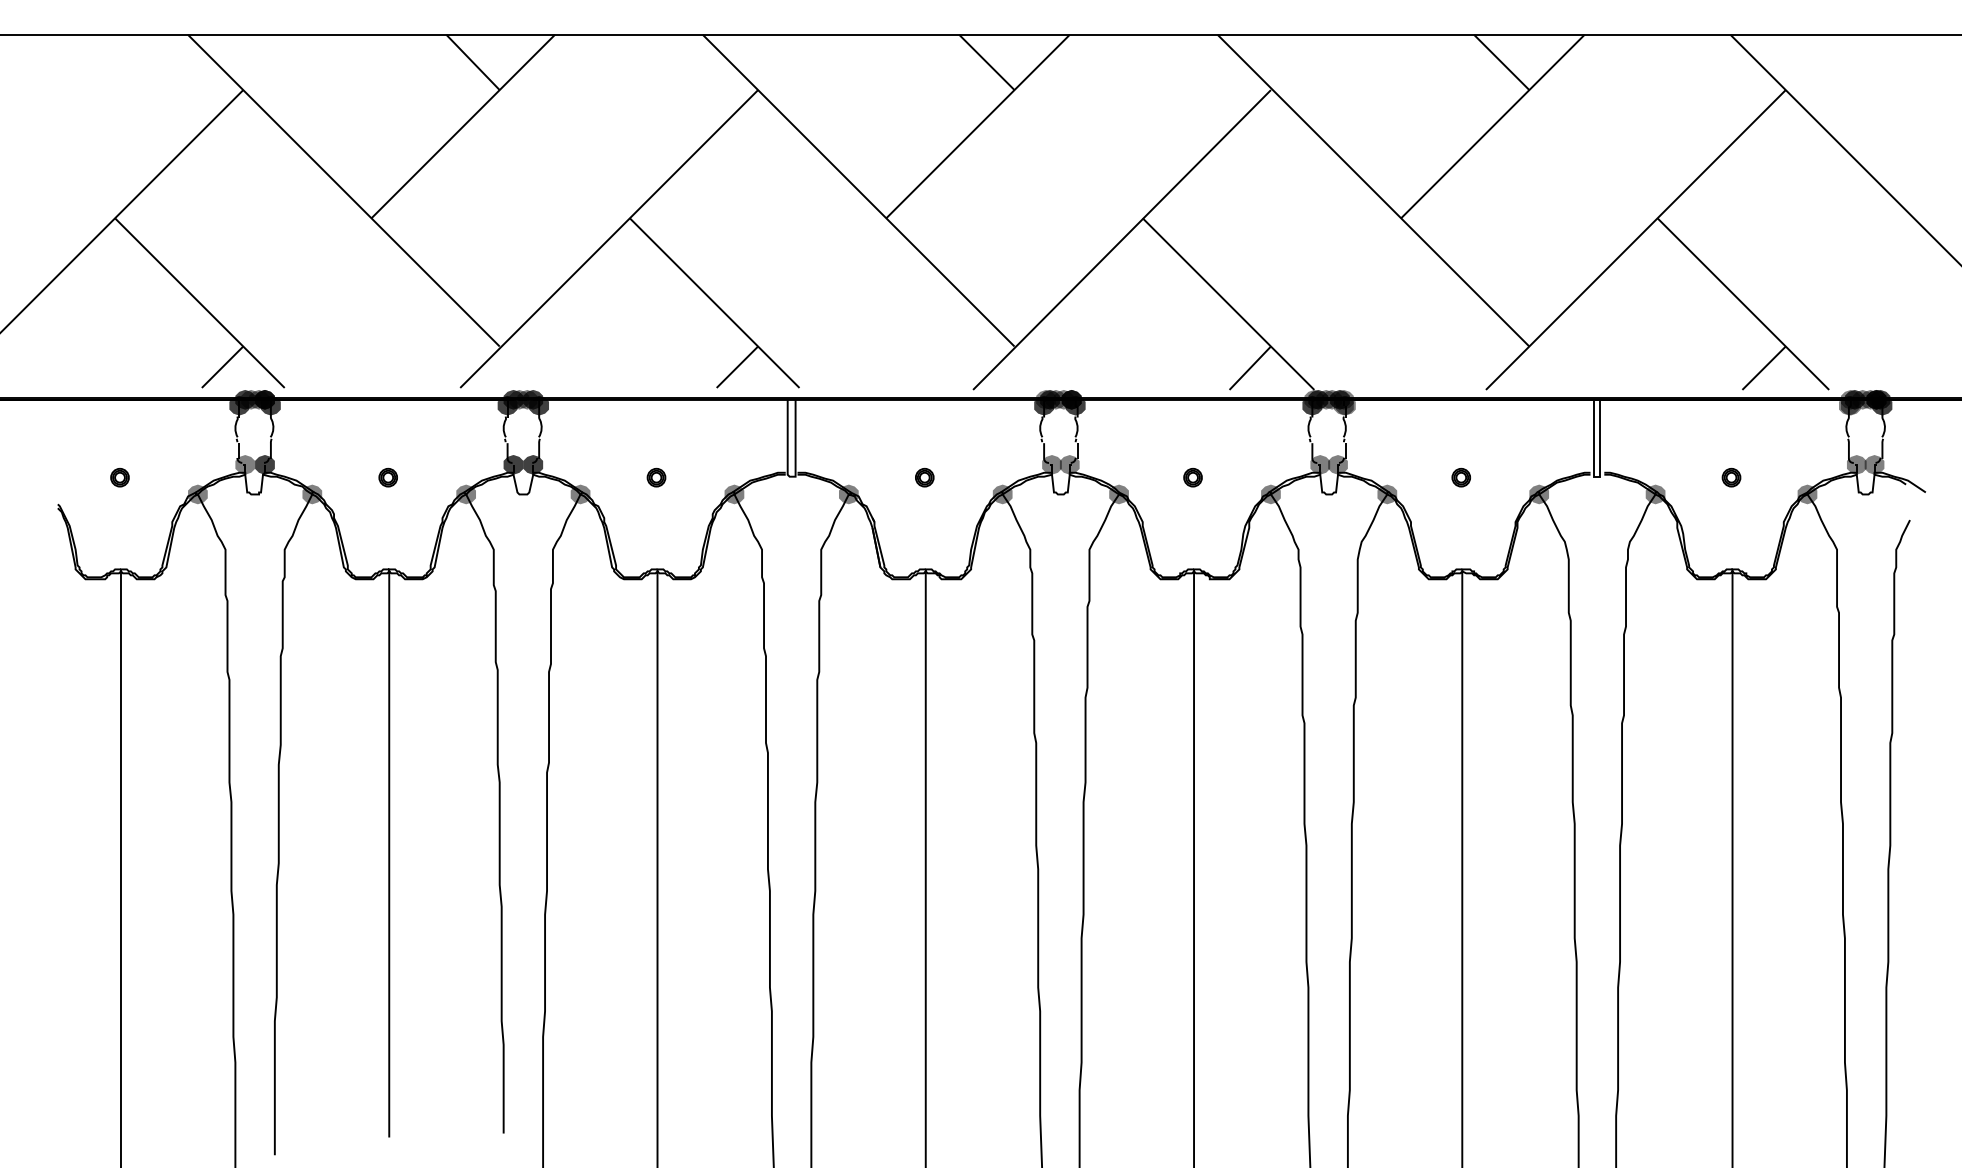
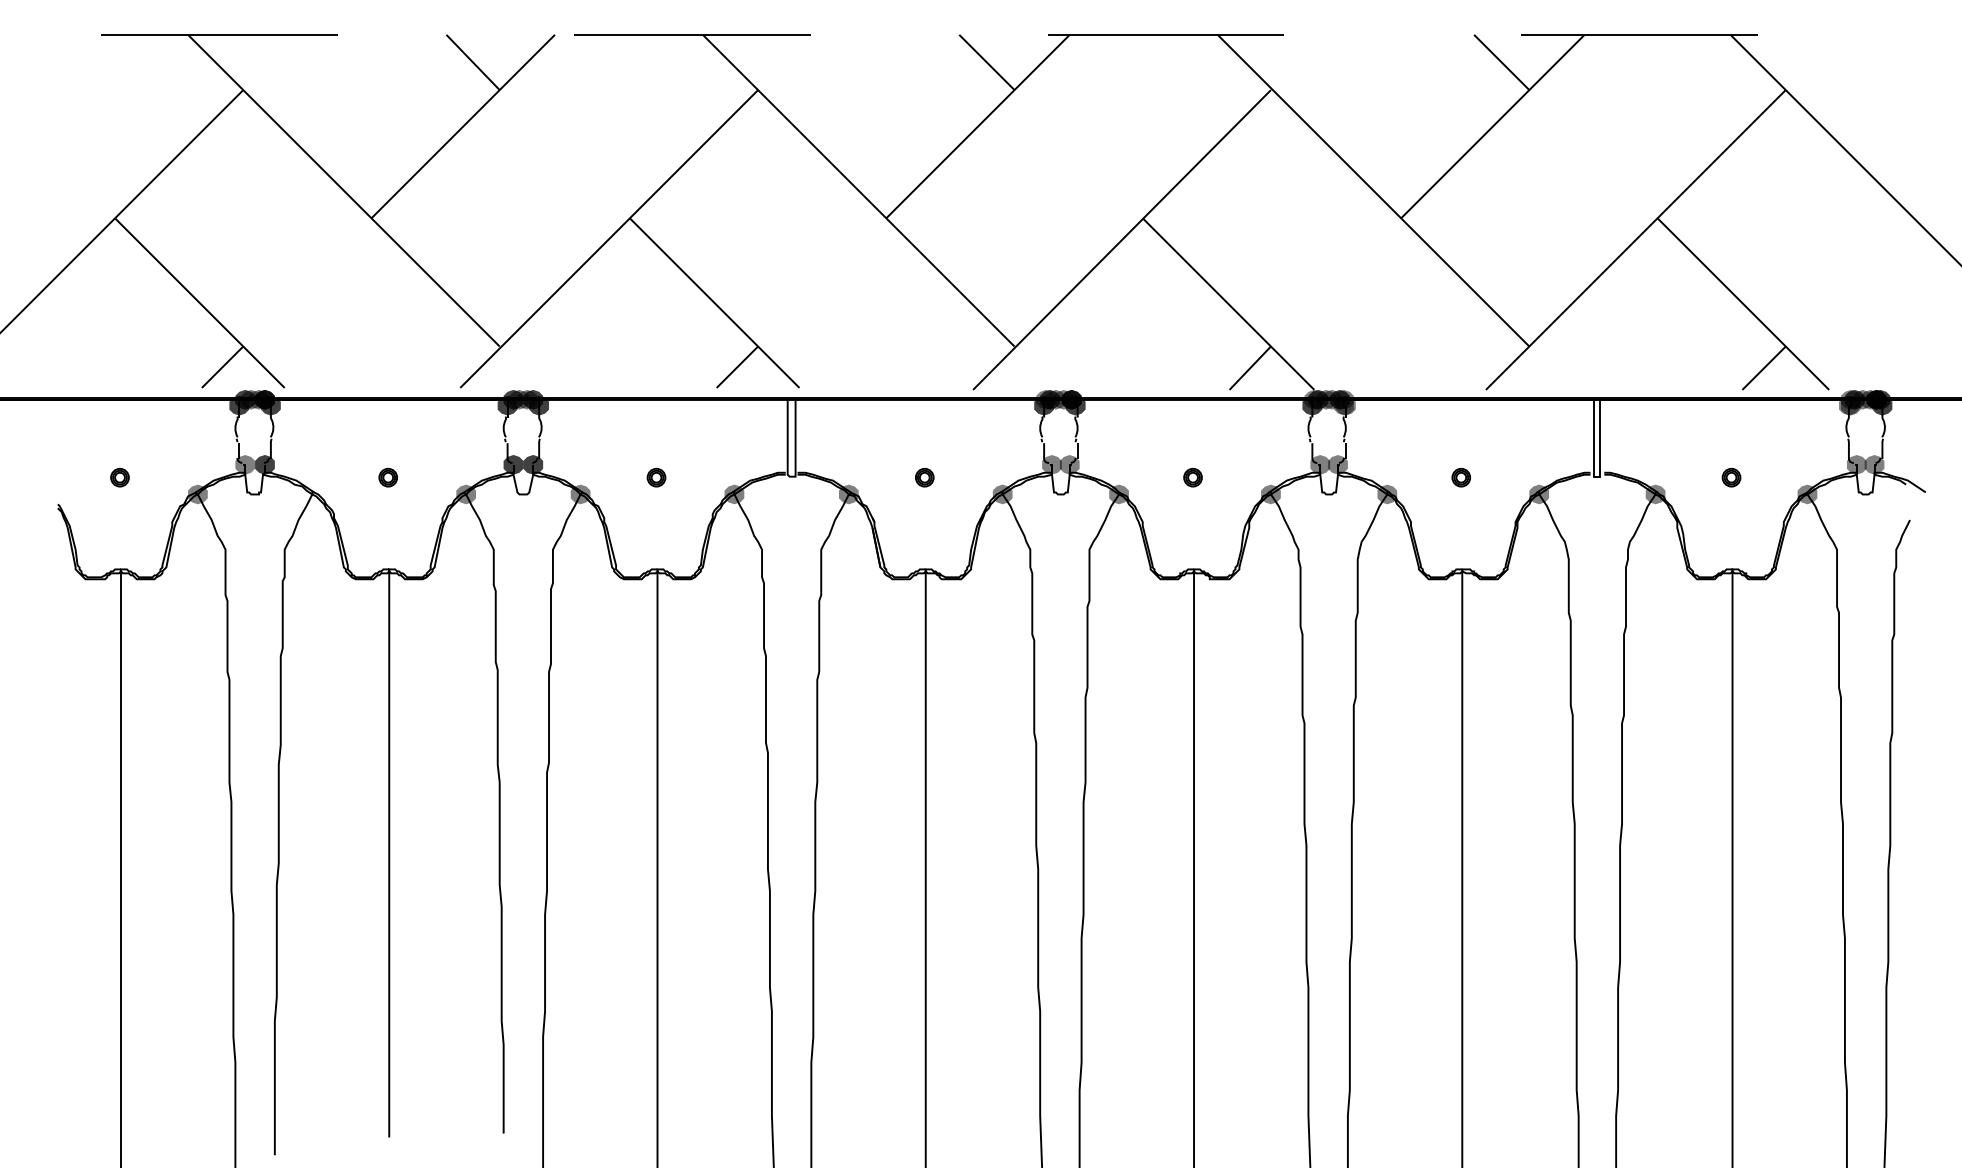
line at (980, 34): solid -> dashed
fill at (312, 494): present -> none
